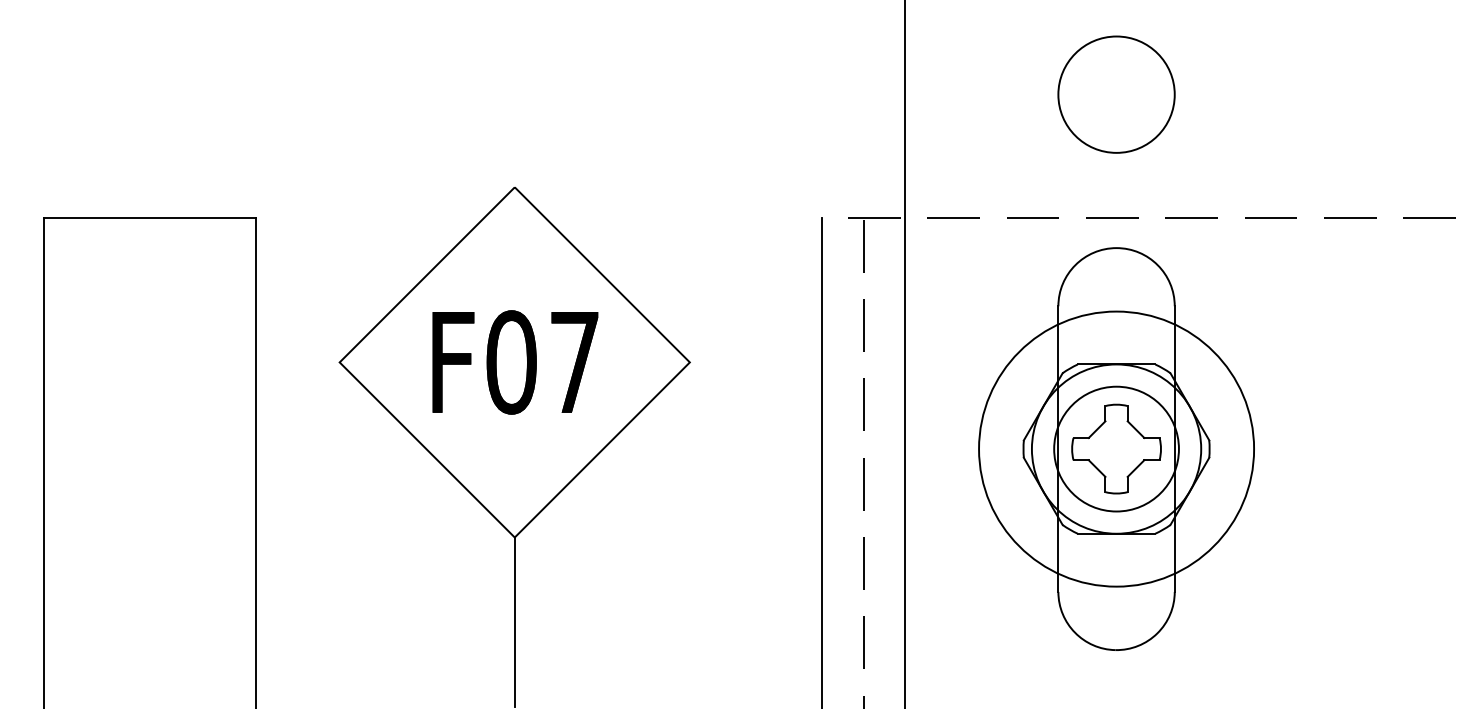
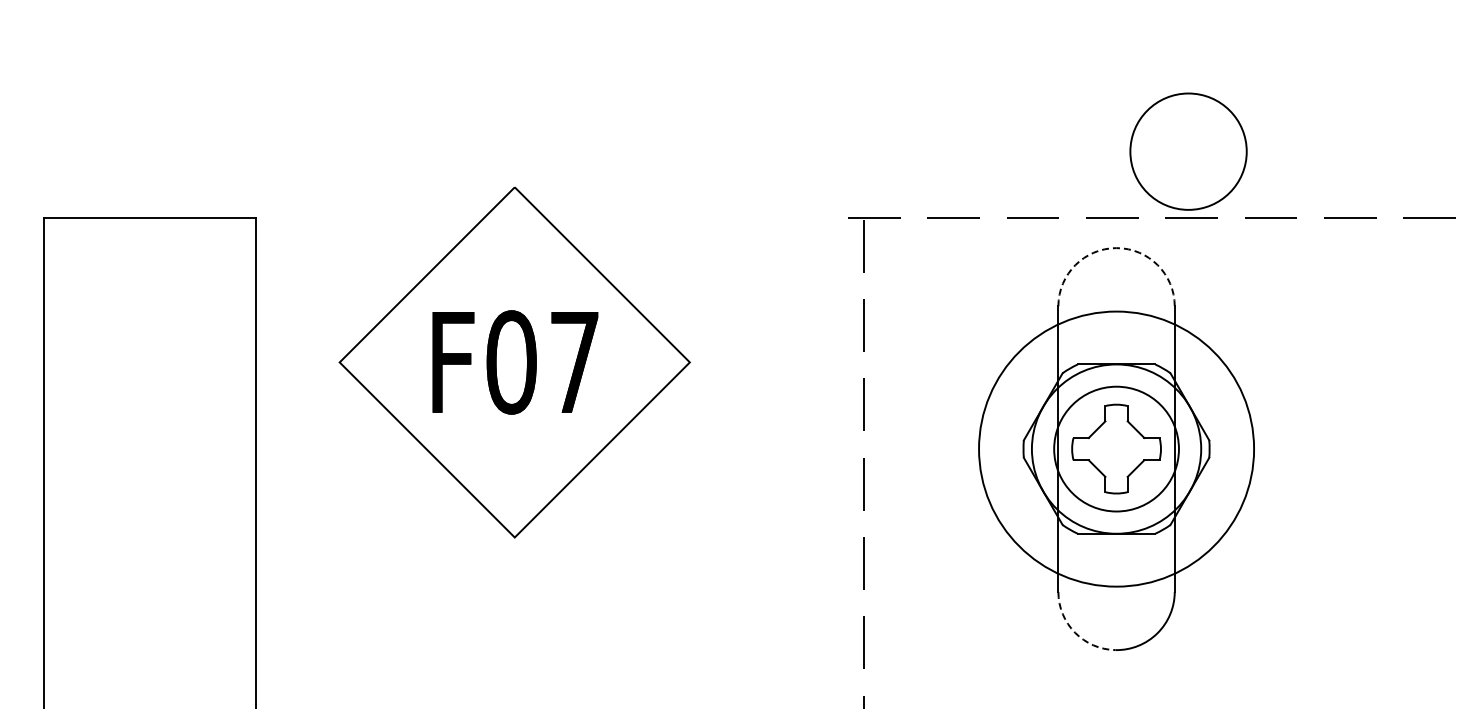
circle at (1116, 94) position: (1116, 94) -> (1188, 151)
arc at (1116, 248): solid -> dashed
line at (904, 353): present -> none
line at (821, 461): present -> none
line at (514, 621): present -> none
arc at (1075, 632): solid -> dashed
